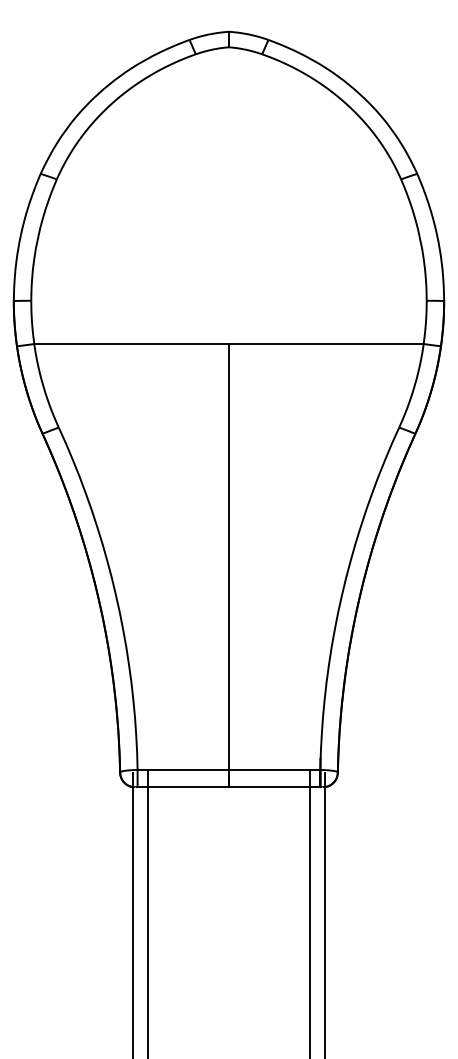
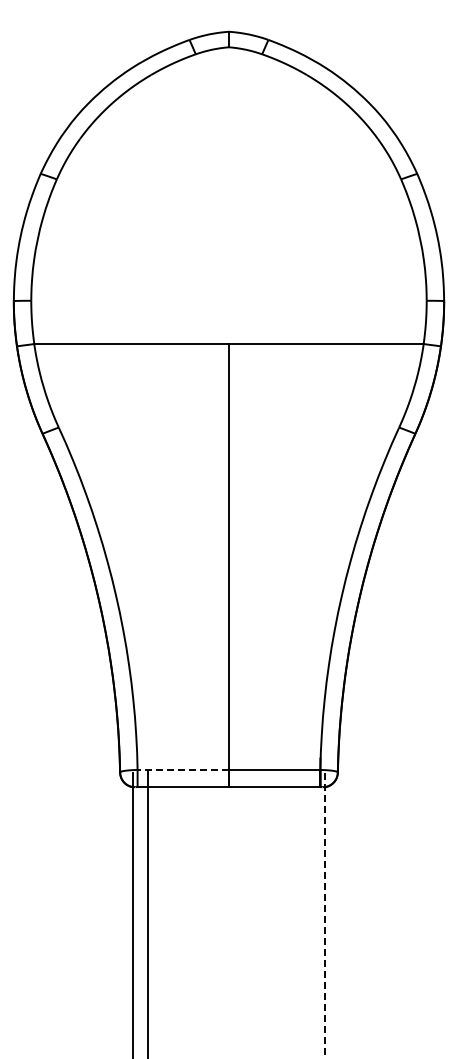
line at (183, 769): solid -> dashed
line at (310, 913): present -> none
line at (325, 916): solid -> dashed
